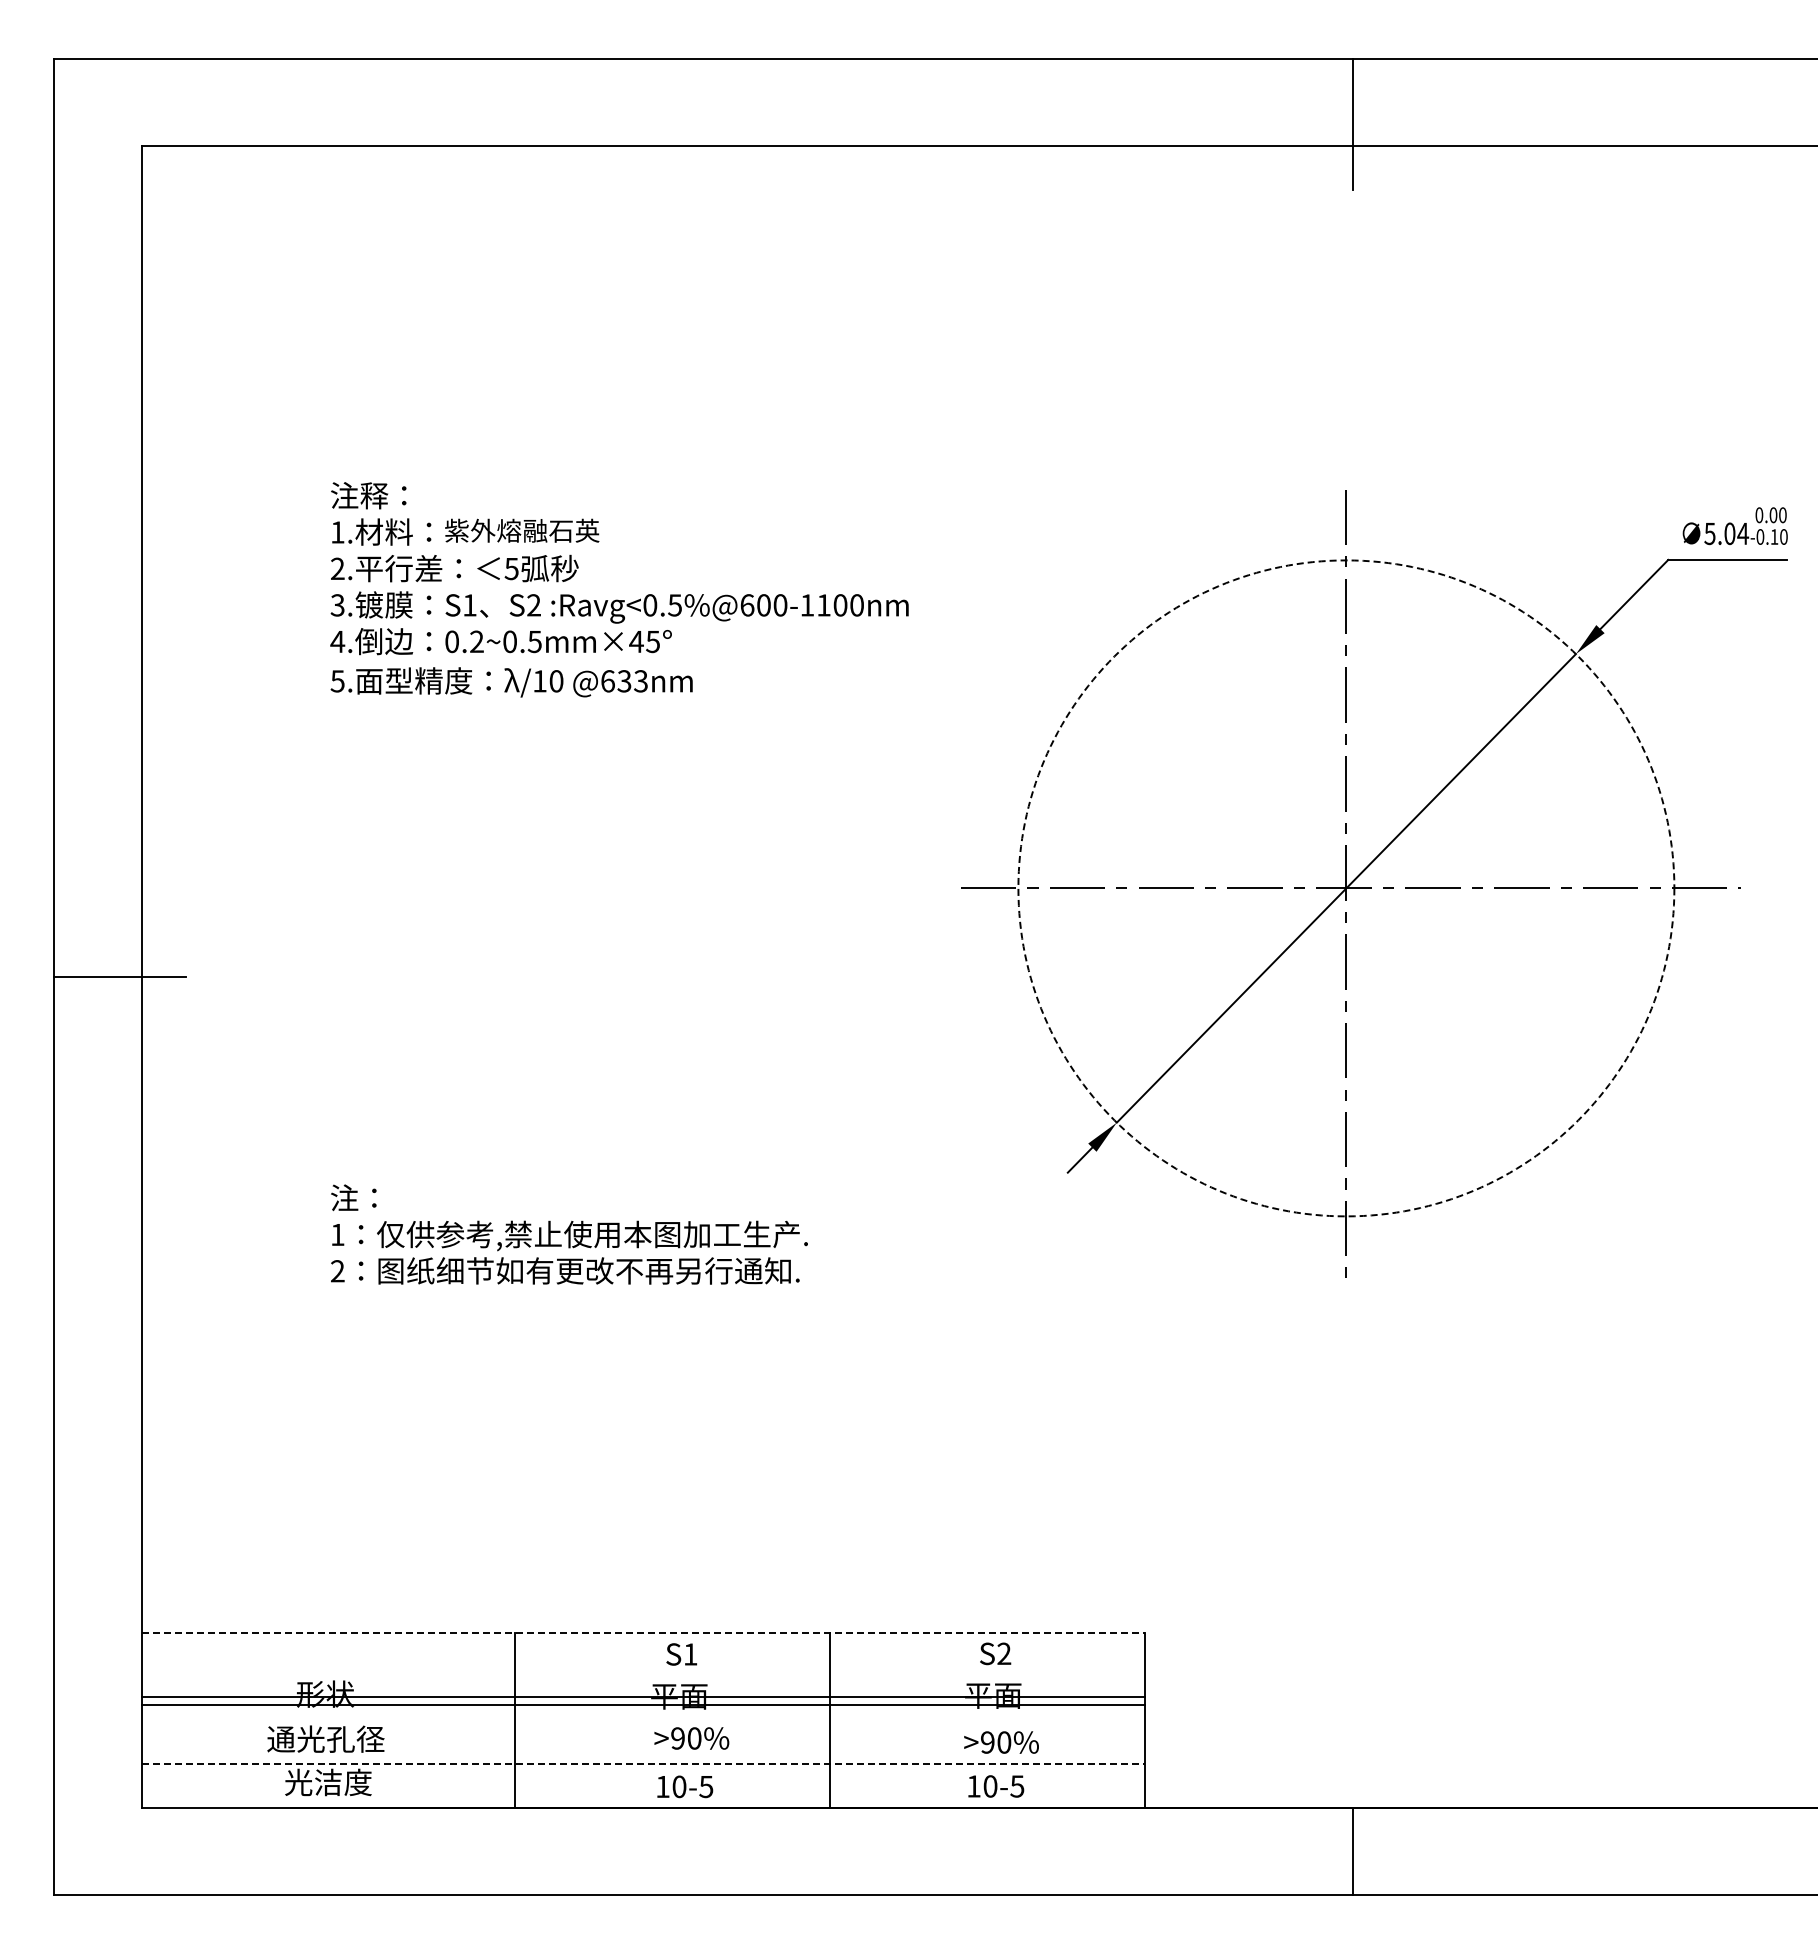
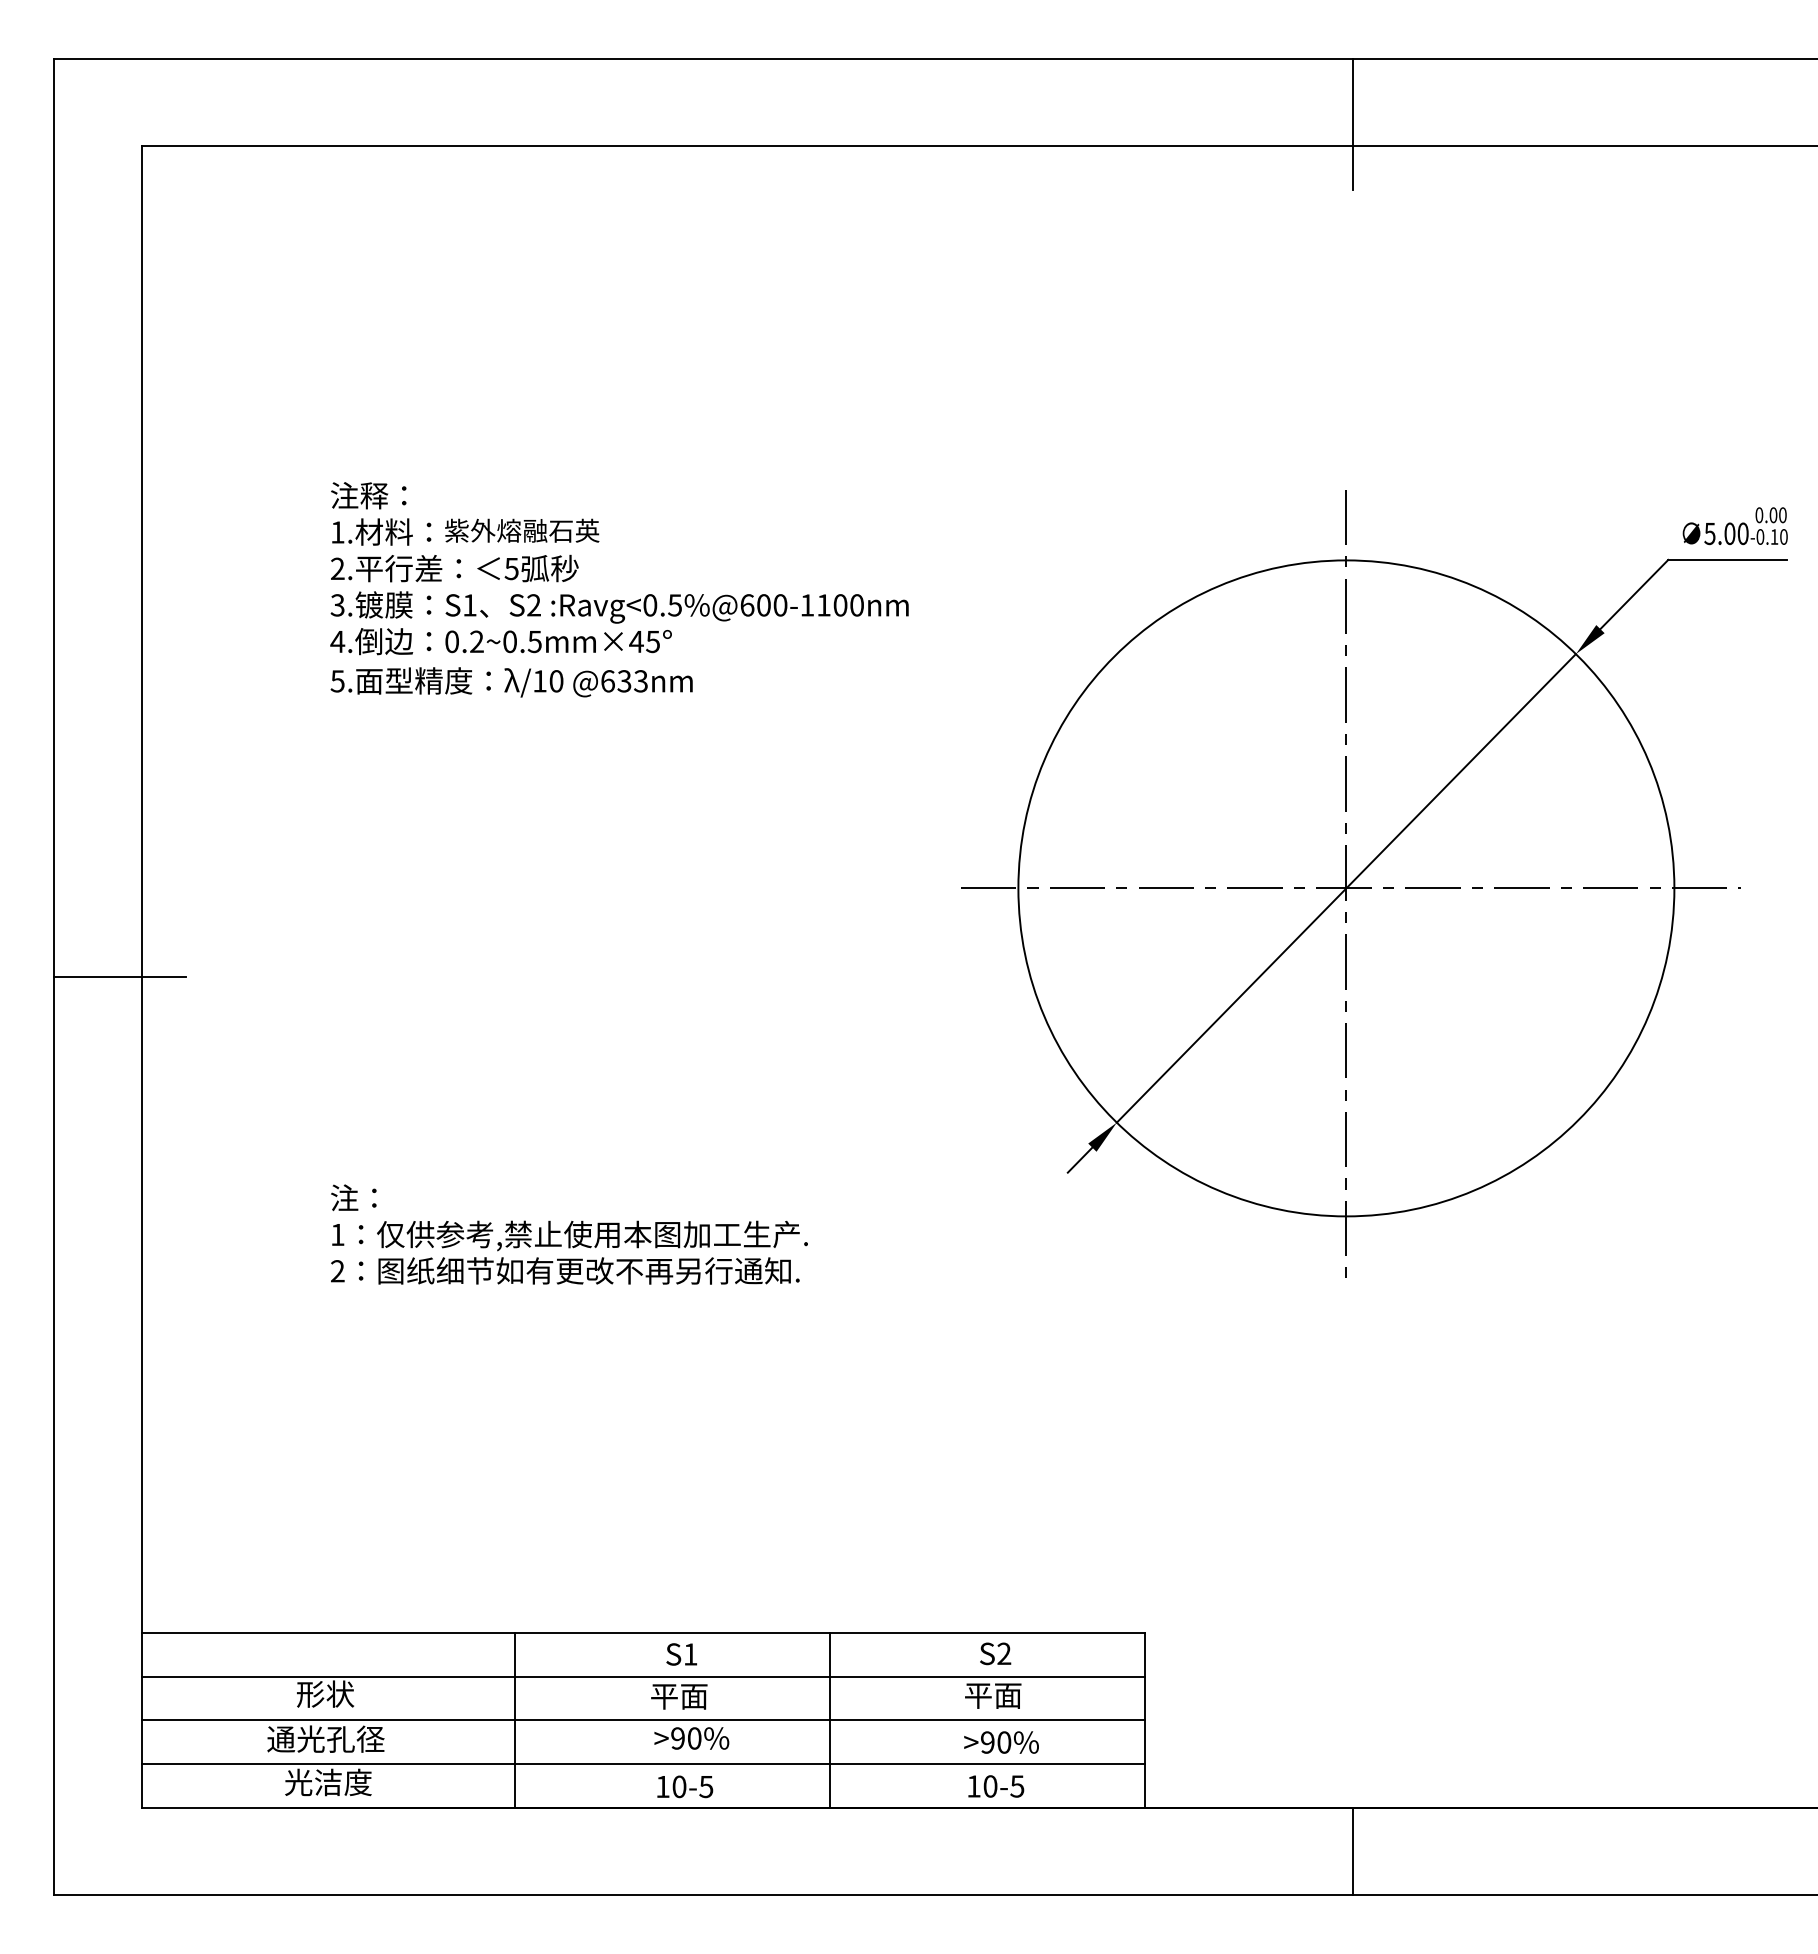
text at (1743, 533): 5.04 -> 5.00
circle at (1346, 888): dashed -> solid
line at (643, 1632): dashed -> solid
line at (642, 1696) position: (642, 1696) -> (642, 1676)
line at (642, 1705) position: (642, 1705) -> (642, 1720)
line at (643, 1764): dashed -> solid
